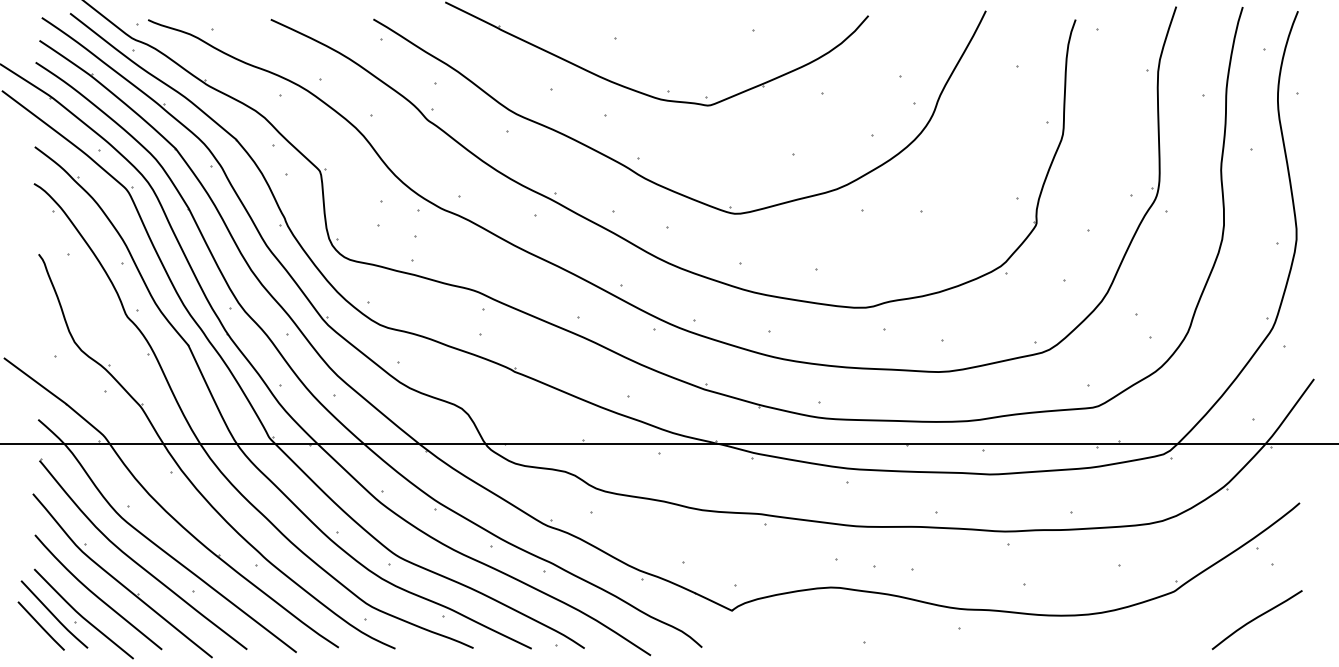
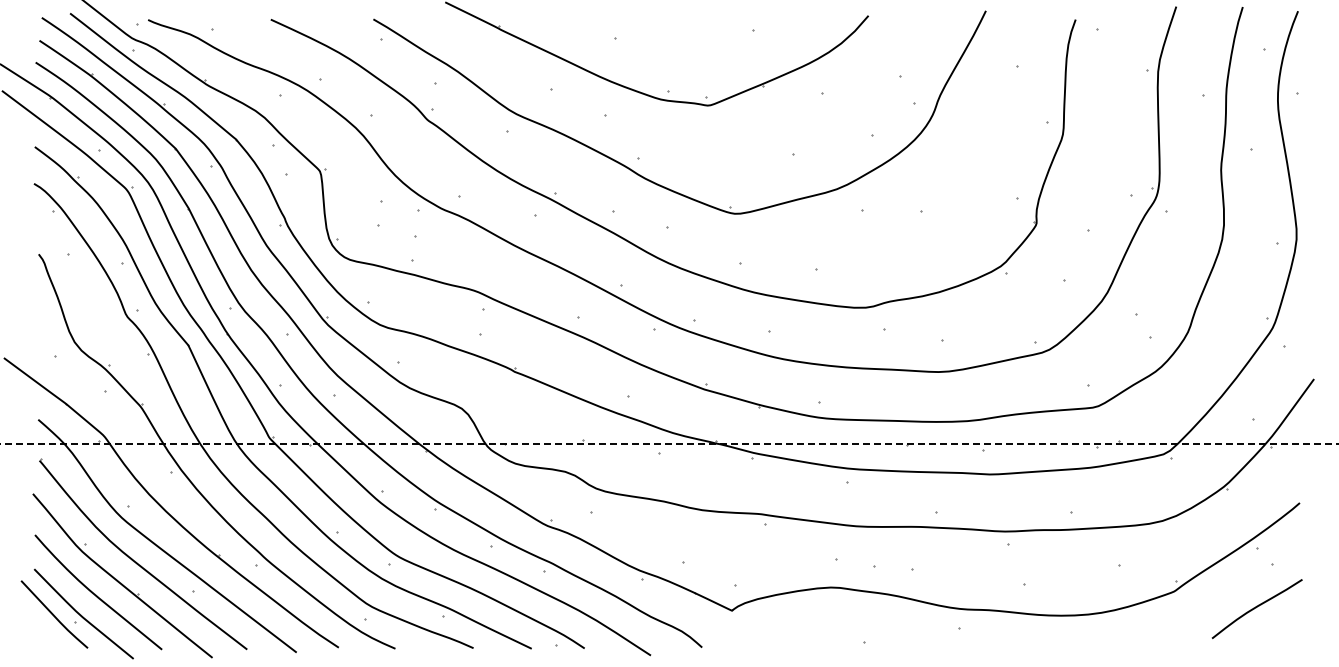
line at (669, 443): solid -> dashed
curve at (1256, 619) position: (1256, 619) -> (1256, 608)
line at (40, 625): present -> none
